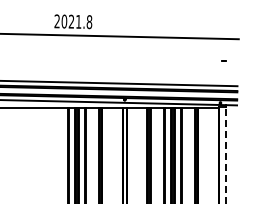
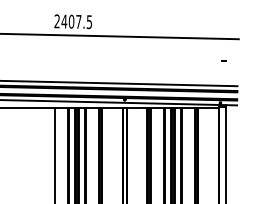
text at (76, 21): 2021.8 -> 2407.5
line at (54, 153): none -> present
line at (225, 154): dashed -> solid
